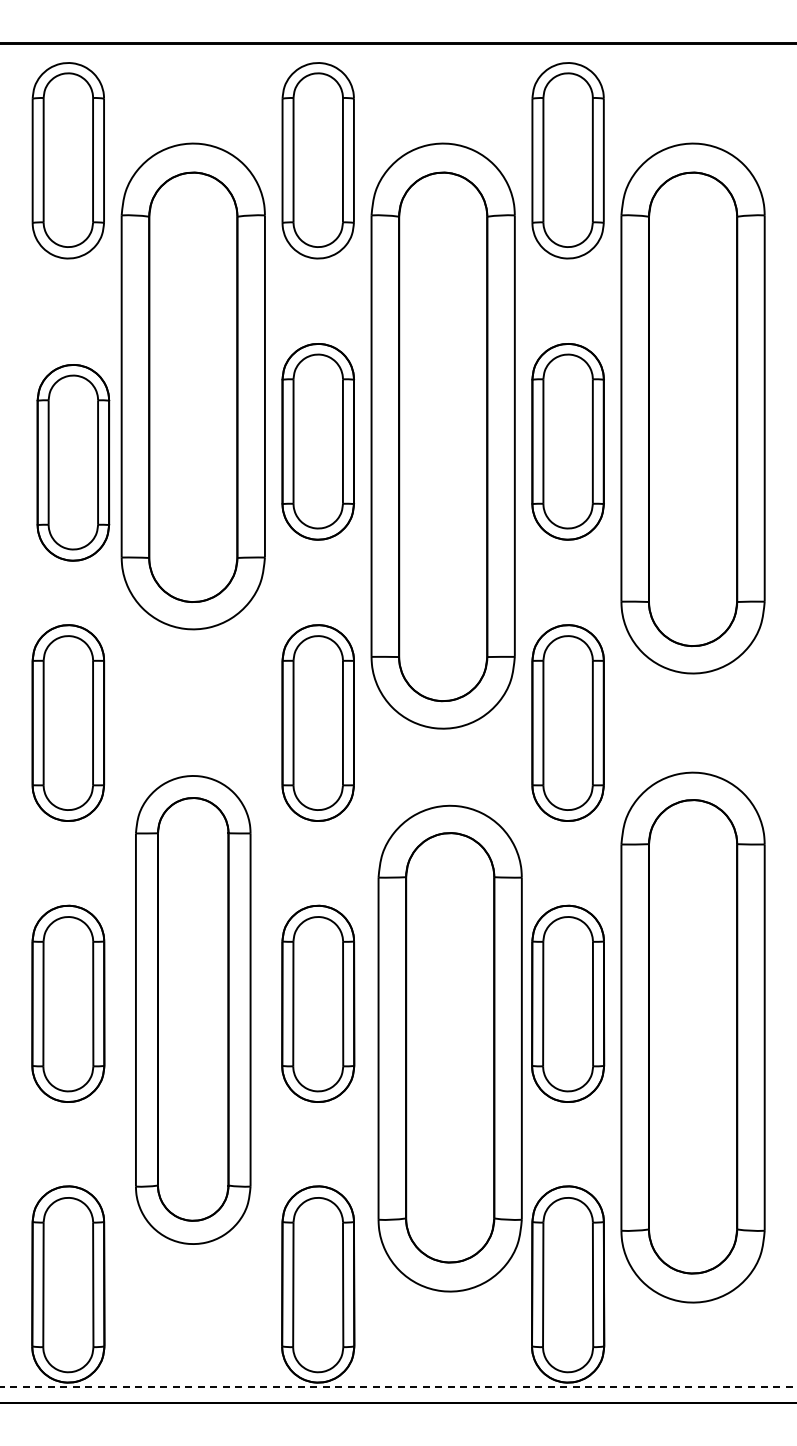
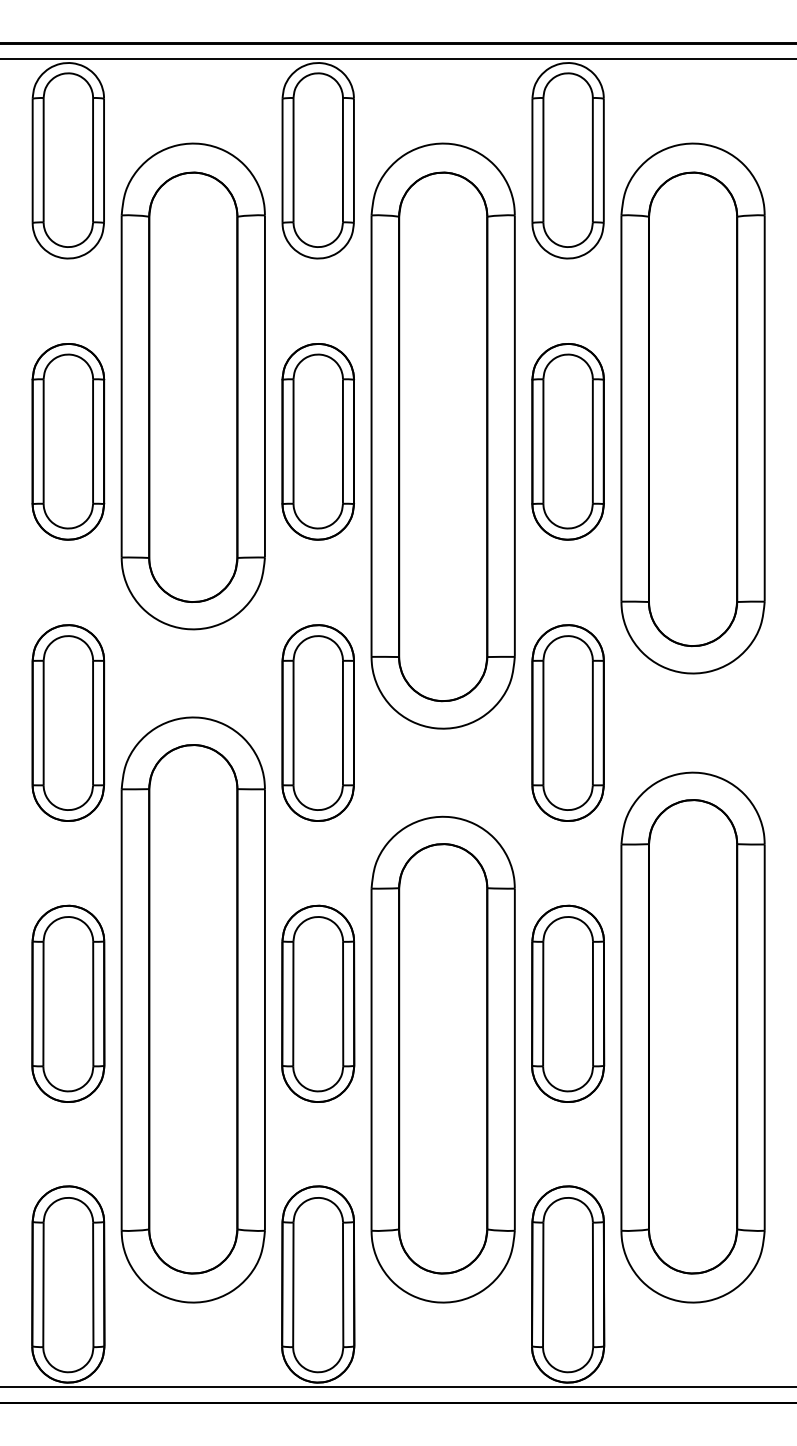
line at (397, 59): none -> present
part at (73, 462) position: (73, 462) -> (68, 441)
part at (193, 1009) size: 117x470 px -> 146x588 px
part at (449, 1048) position: (449, 1048) -> (442, 1059)
line at (398, 1387): dashed -> solid
